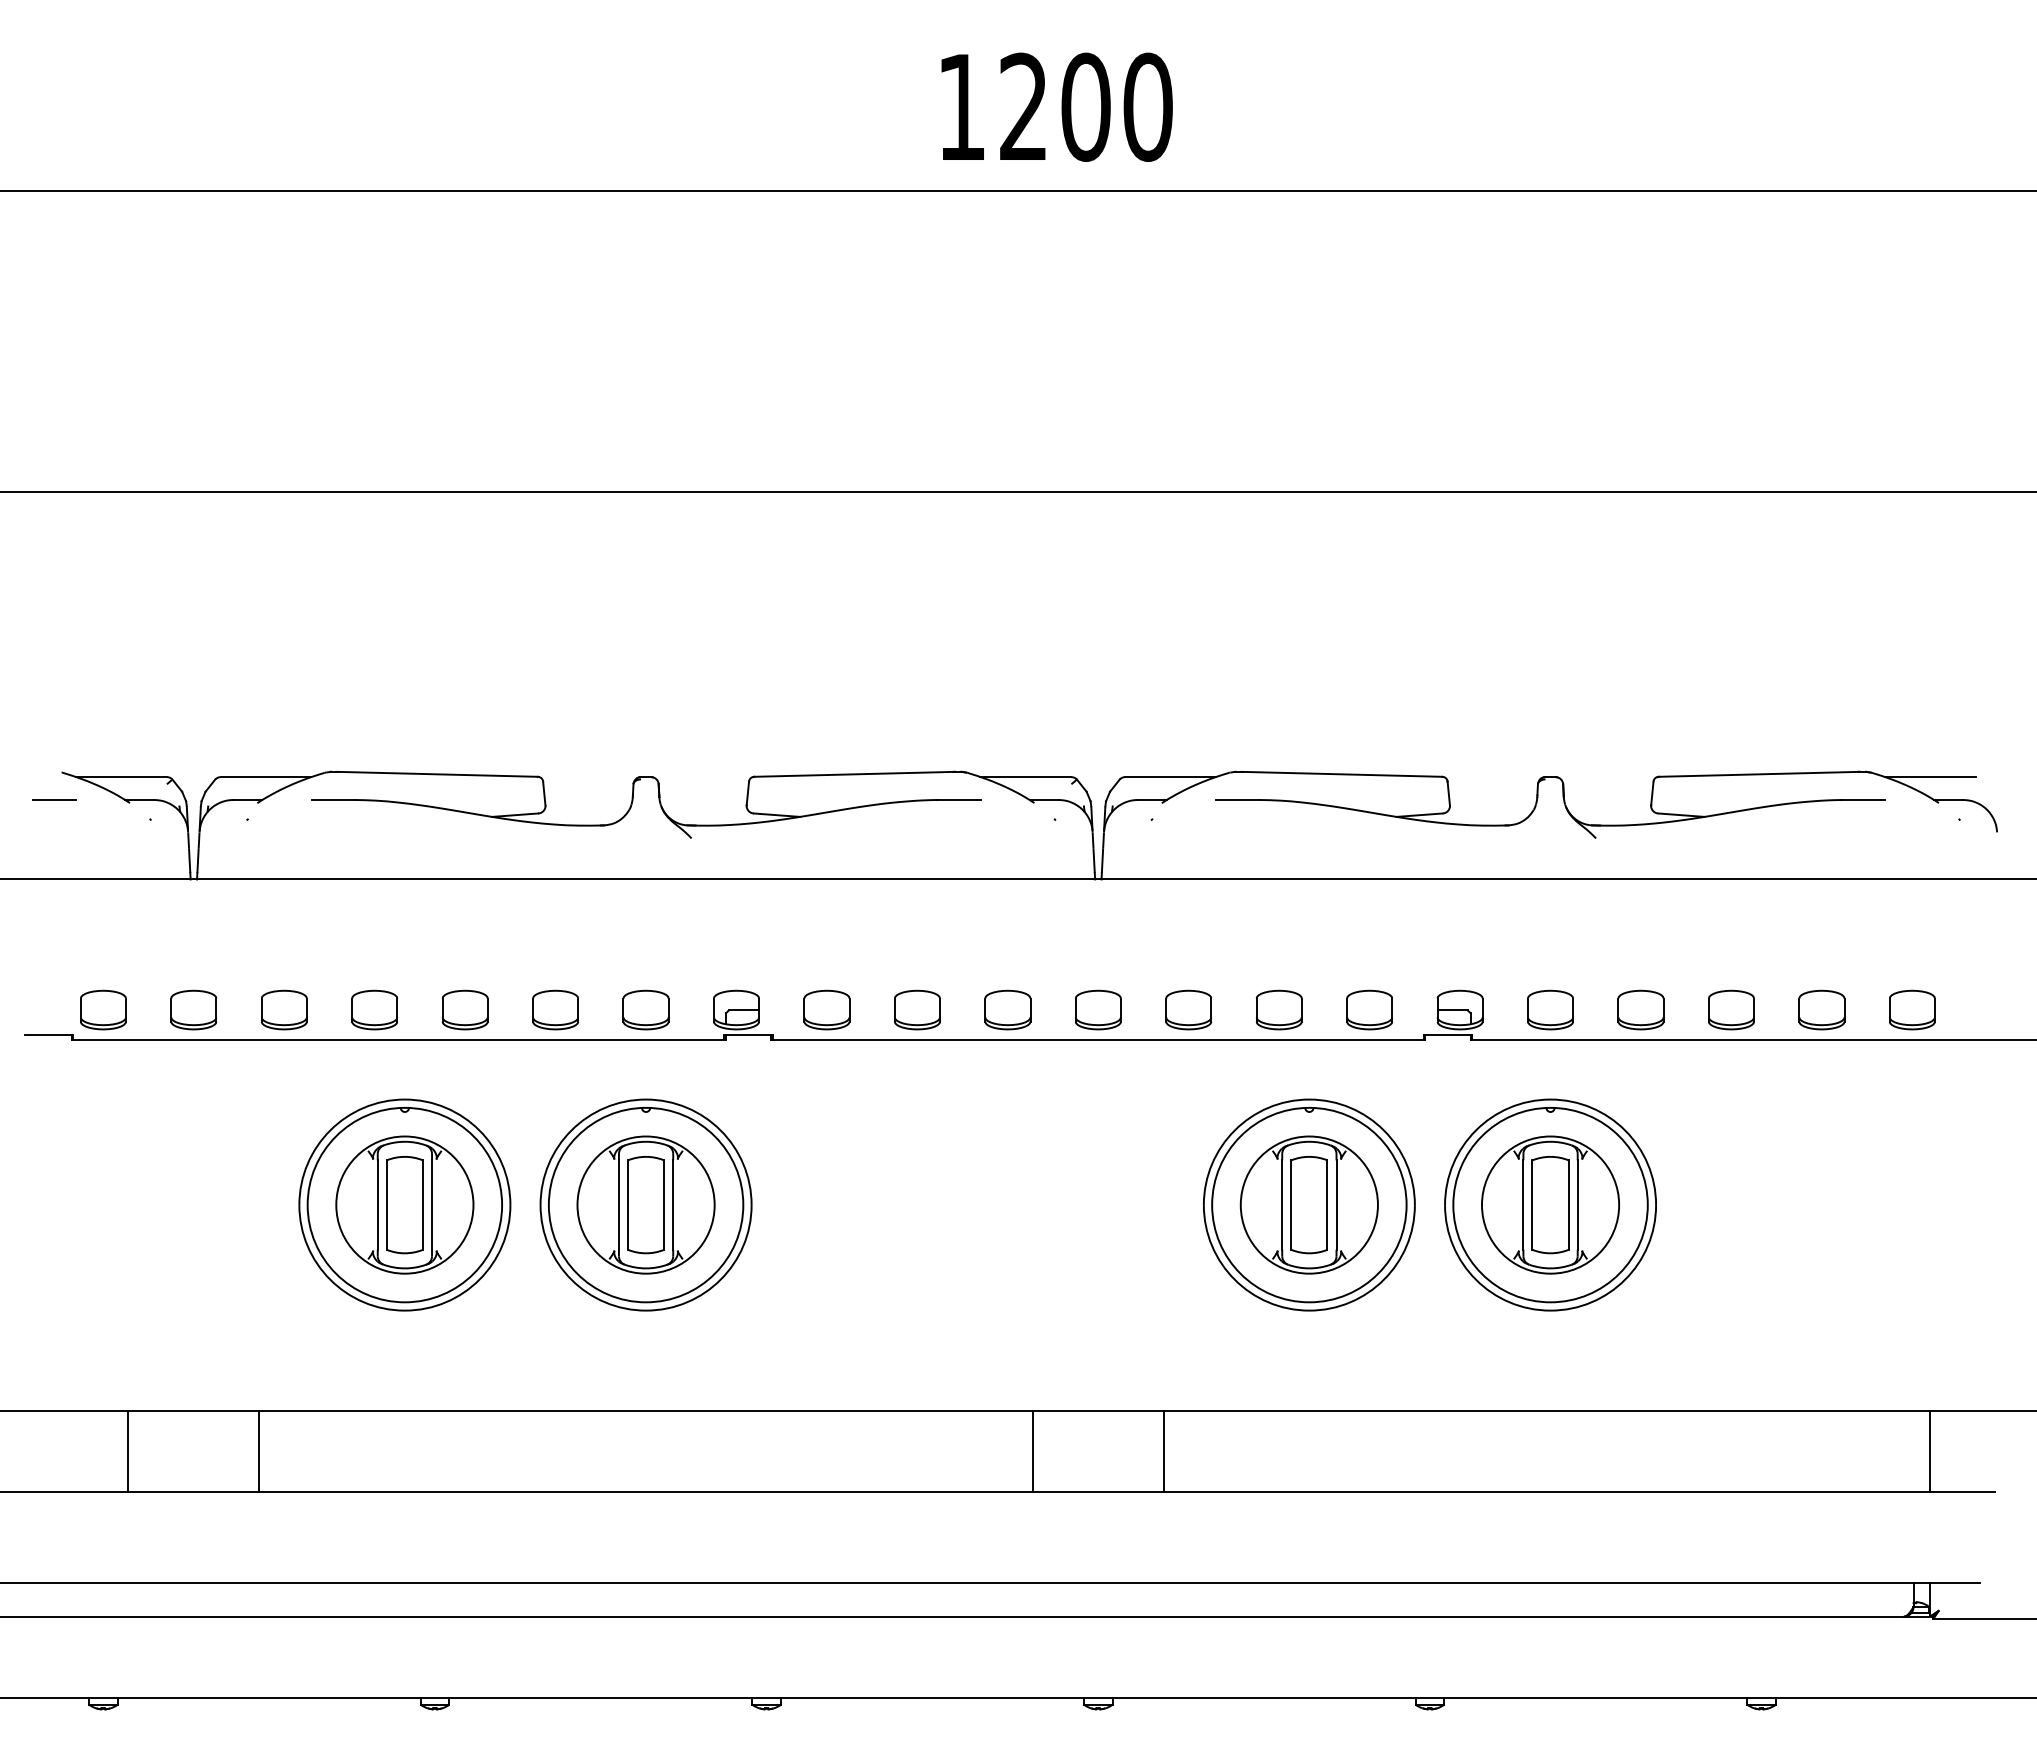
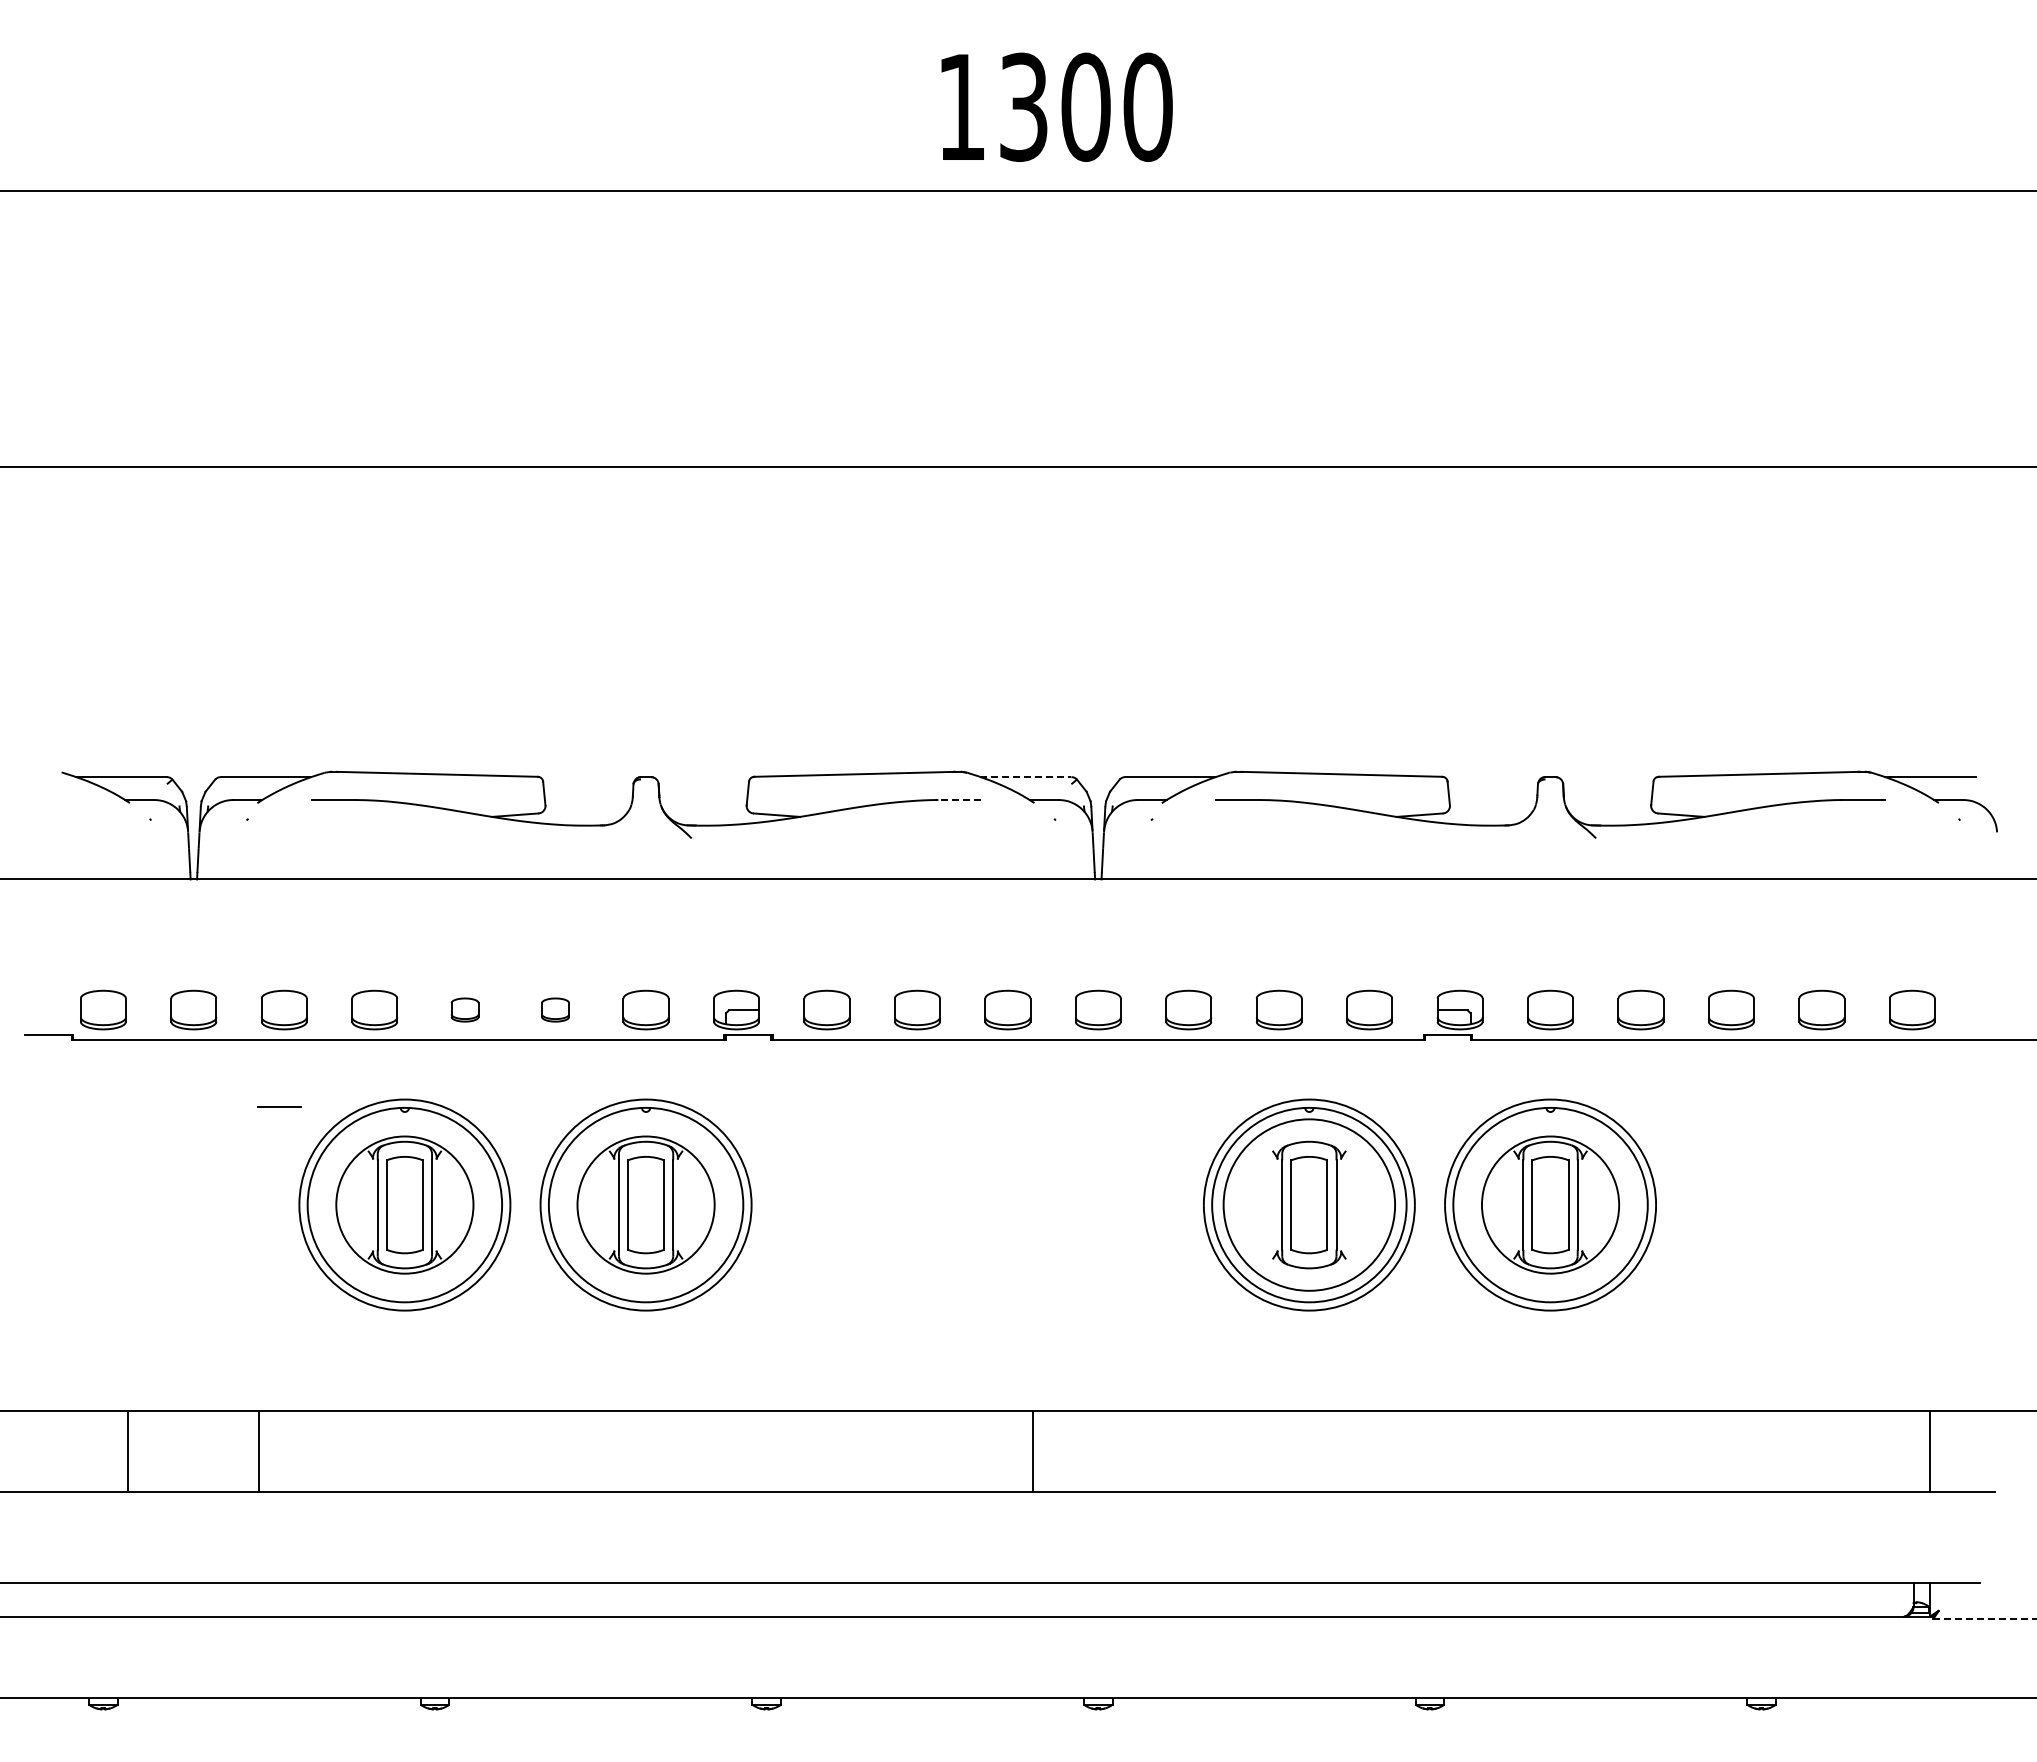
text at (1023, 106): 1200 -> 1300
line at (1017, 492) position: (1017, 492) -> (1017, 467)
line at (1025, 777): solid -> dashed
line at (54, 799) position: (54, 799) -> (279, 1106)
line at (958, 799): solid -> dashed
part at (464, 1009) size: 48x42 px -> 30x26 px
part at (555, 1009) size: 47x42 px -> 29x26 px
circle at (1308, 1204) diameter: 137 px -> 171 px
line at (1163, 1451): present -> none
line at (1984, 1619): solid -> dashed
